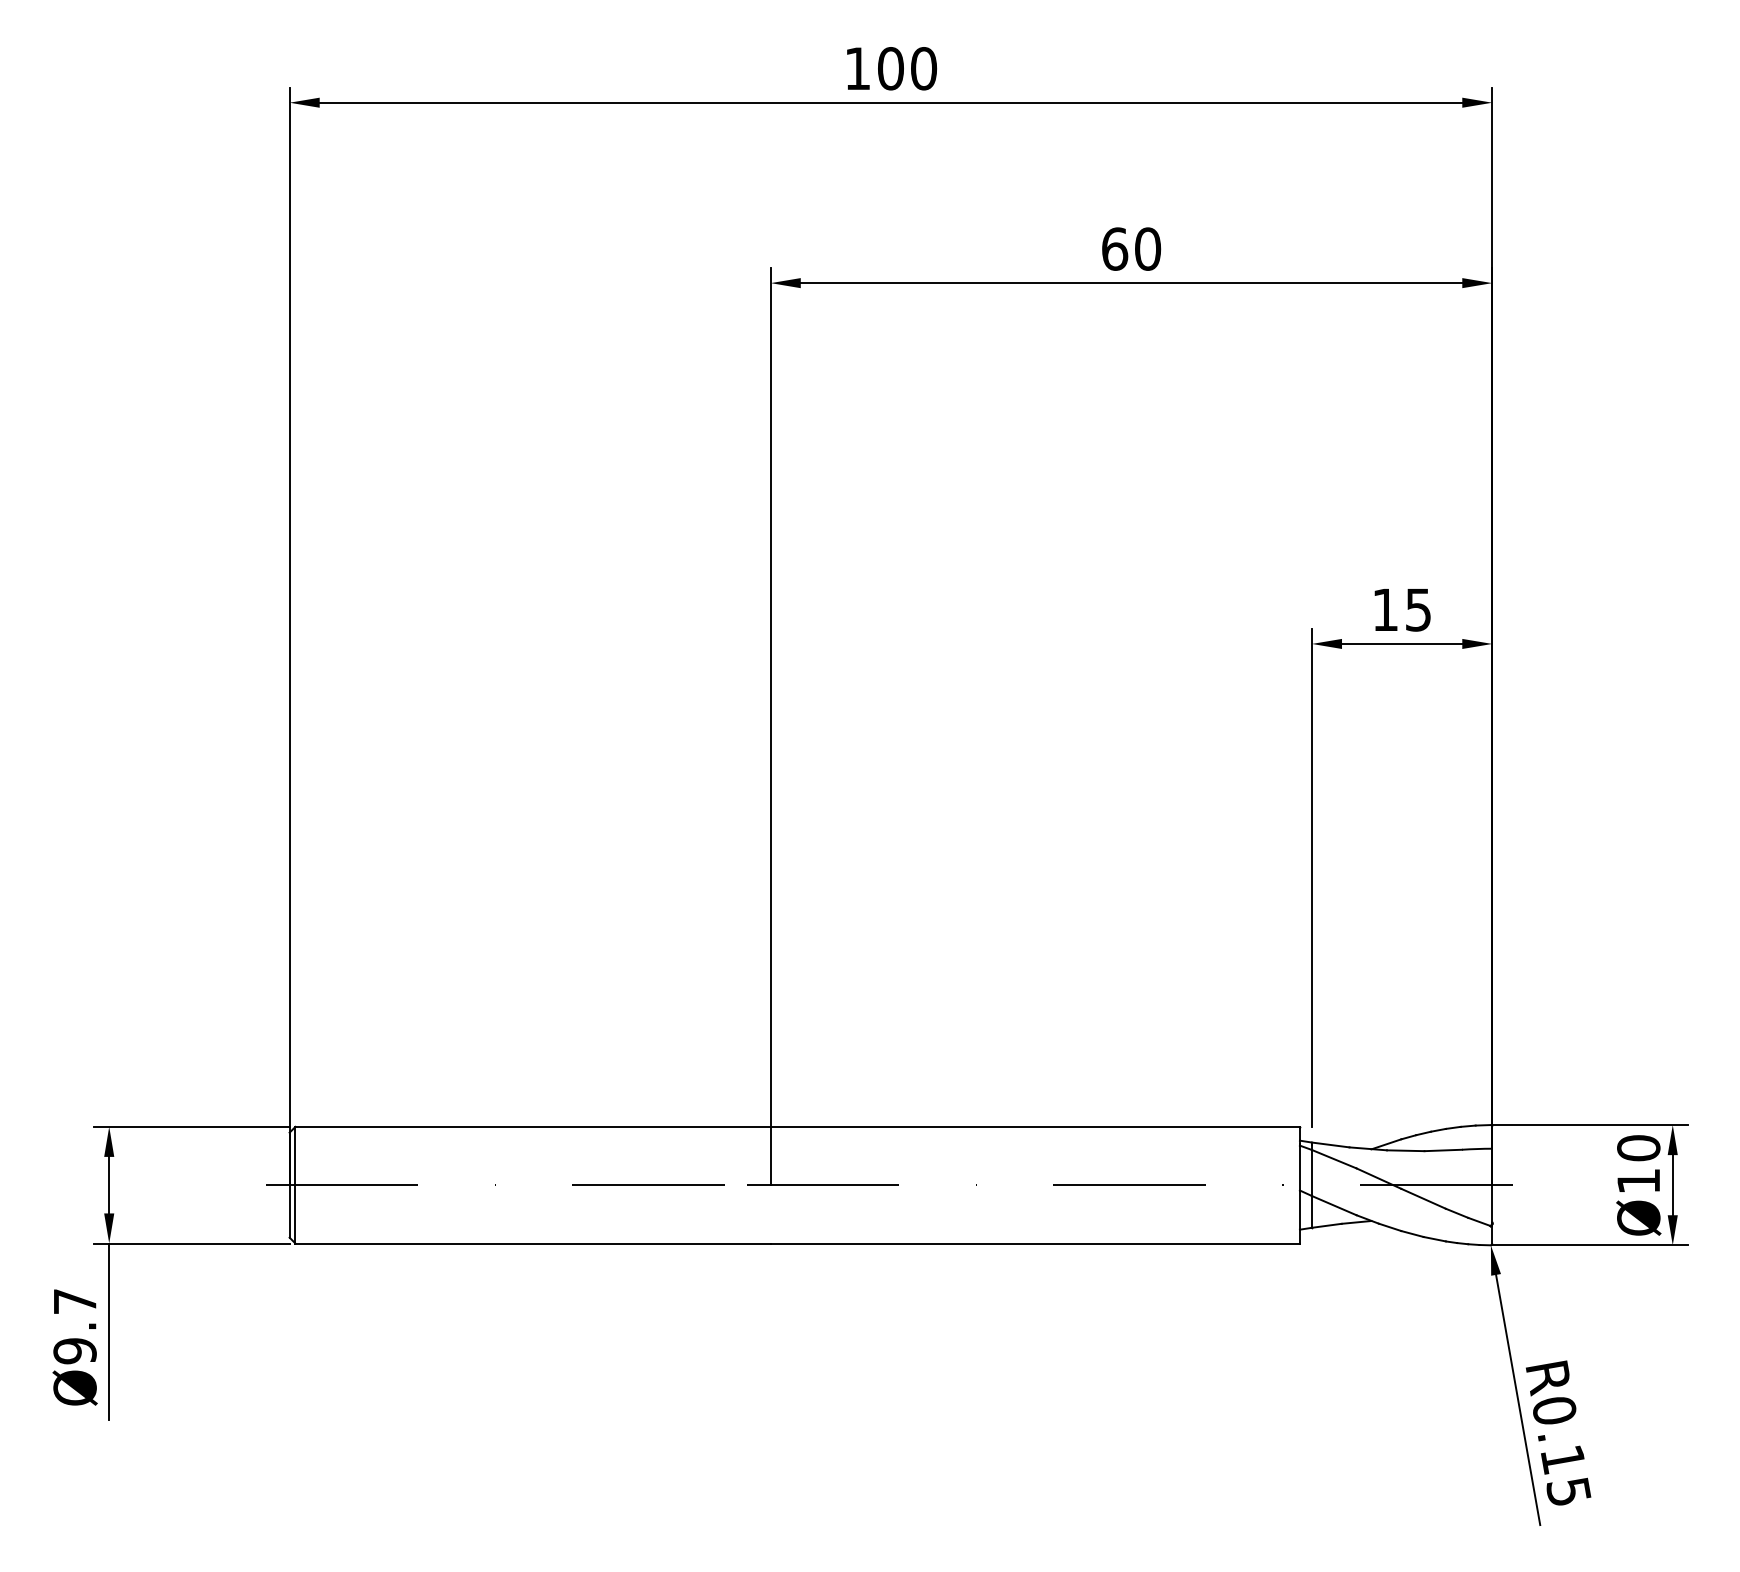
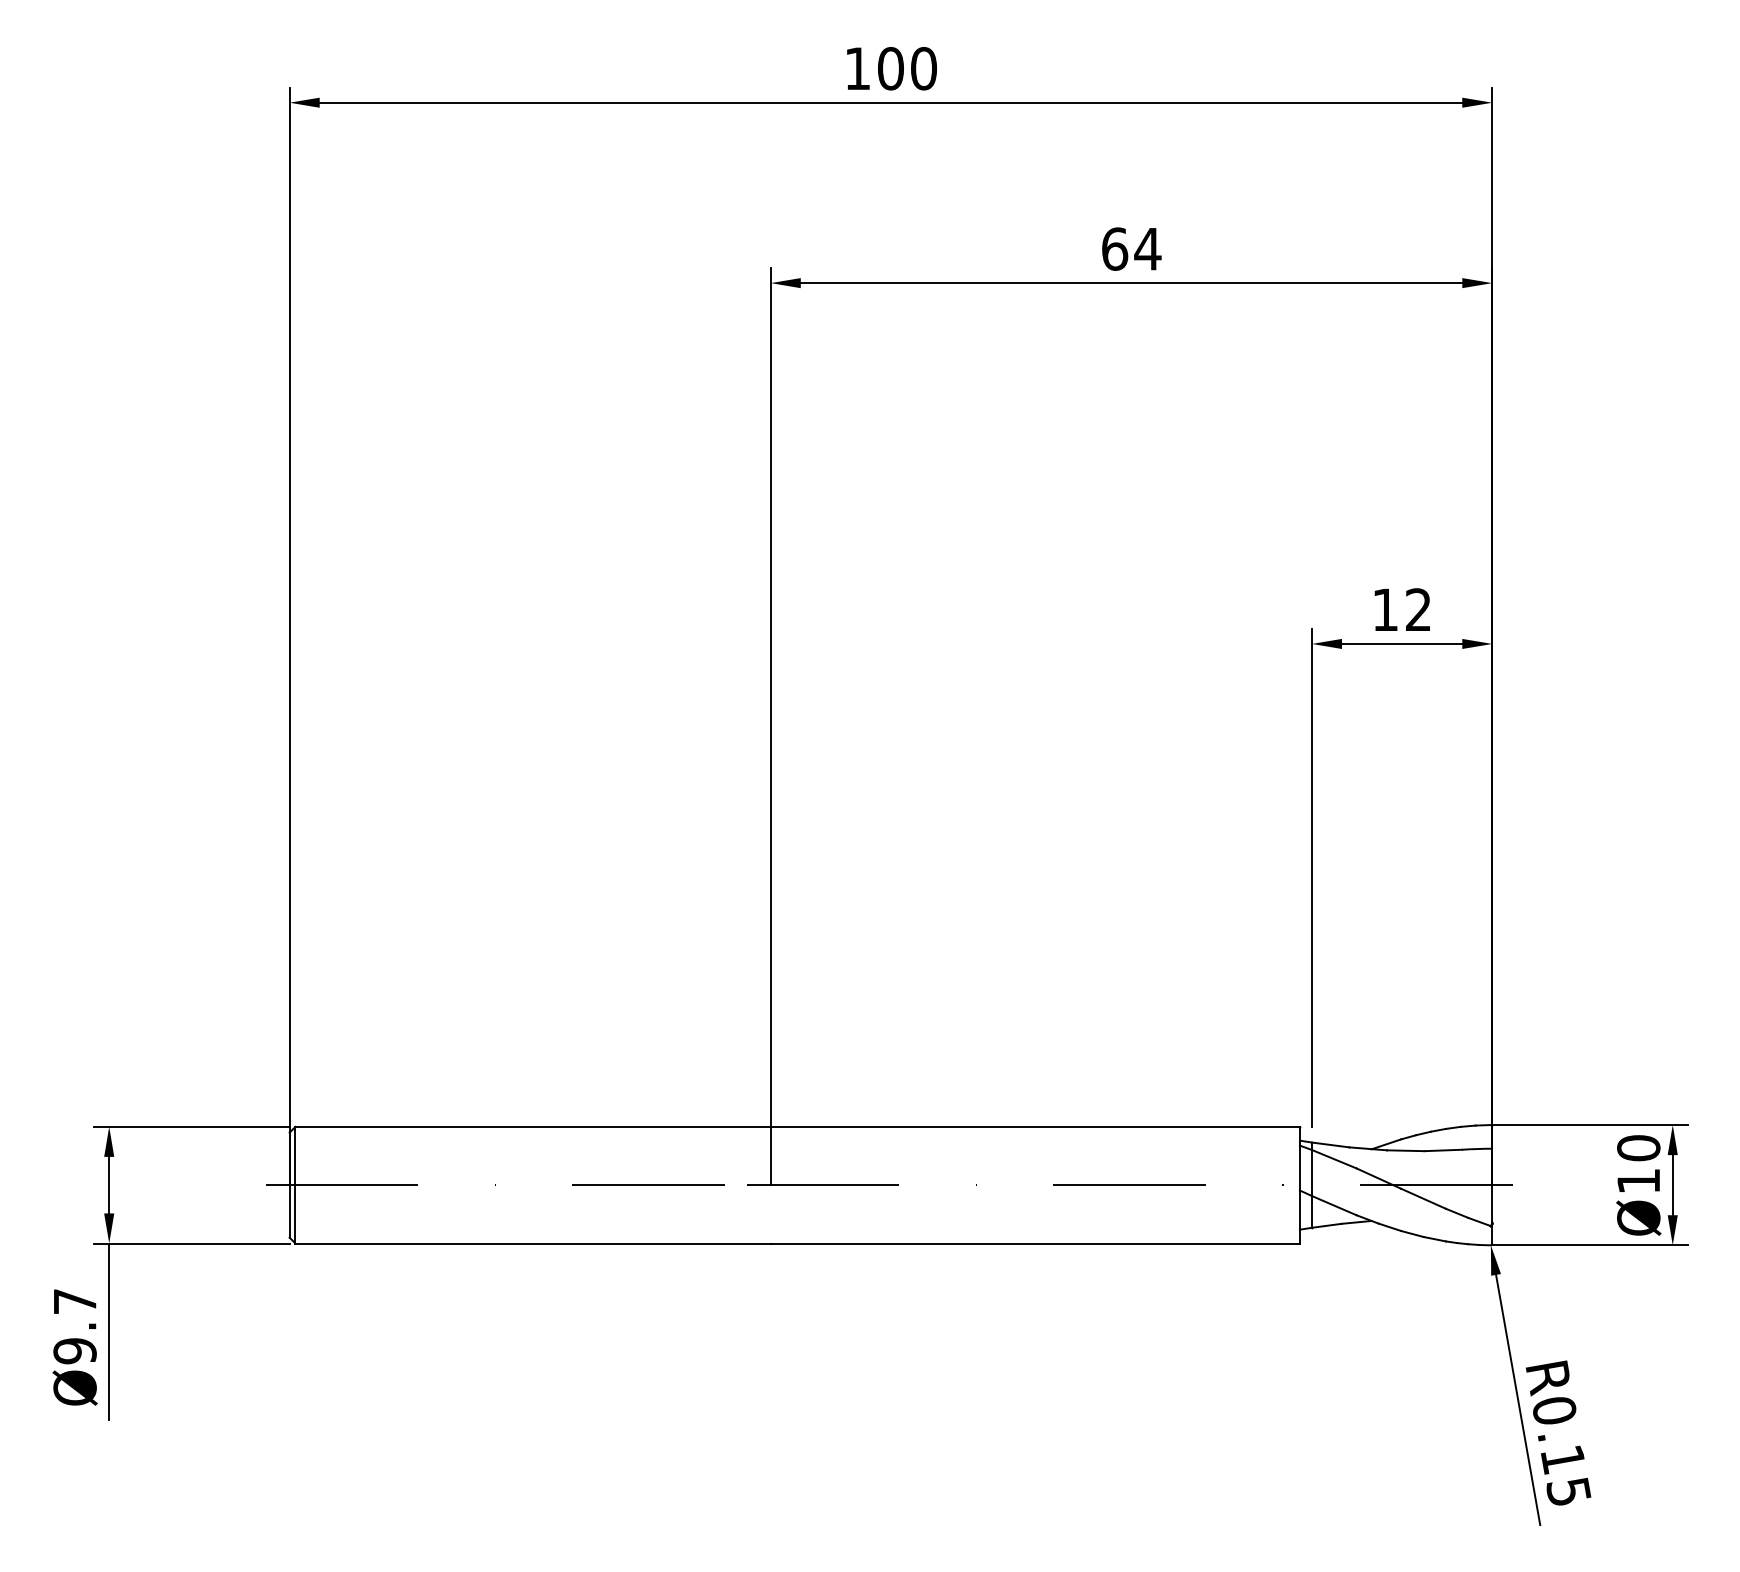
text at (1147, 248): 60 -> 64
text at (1418, 609): 15 -> 12
